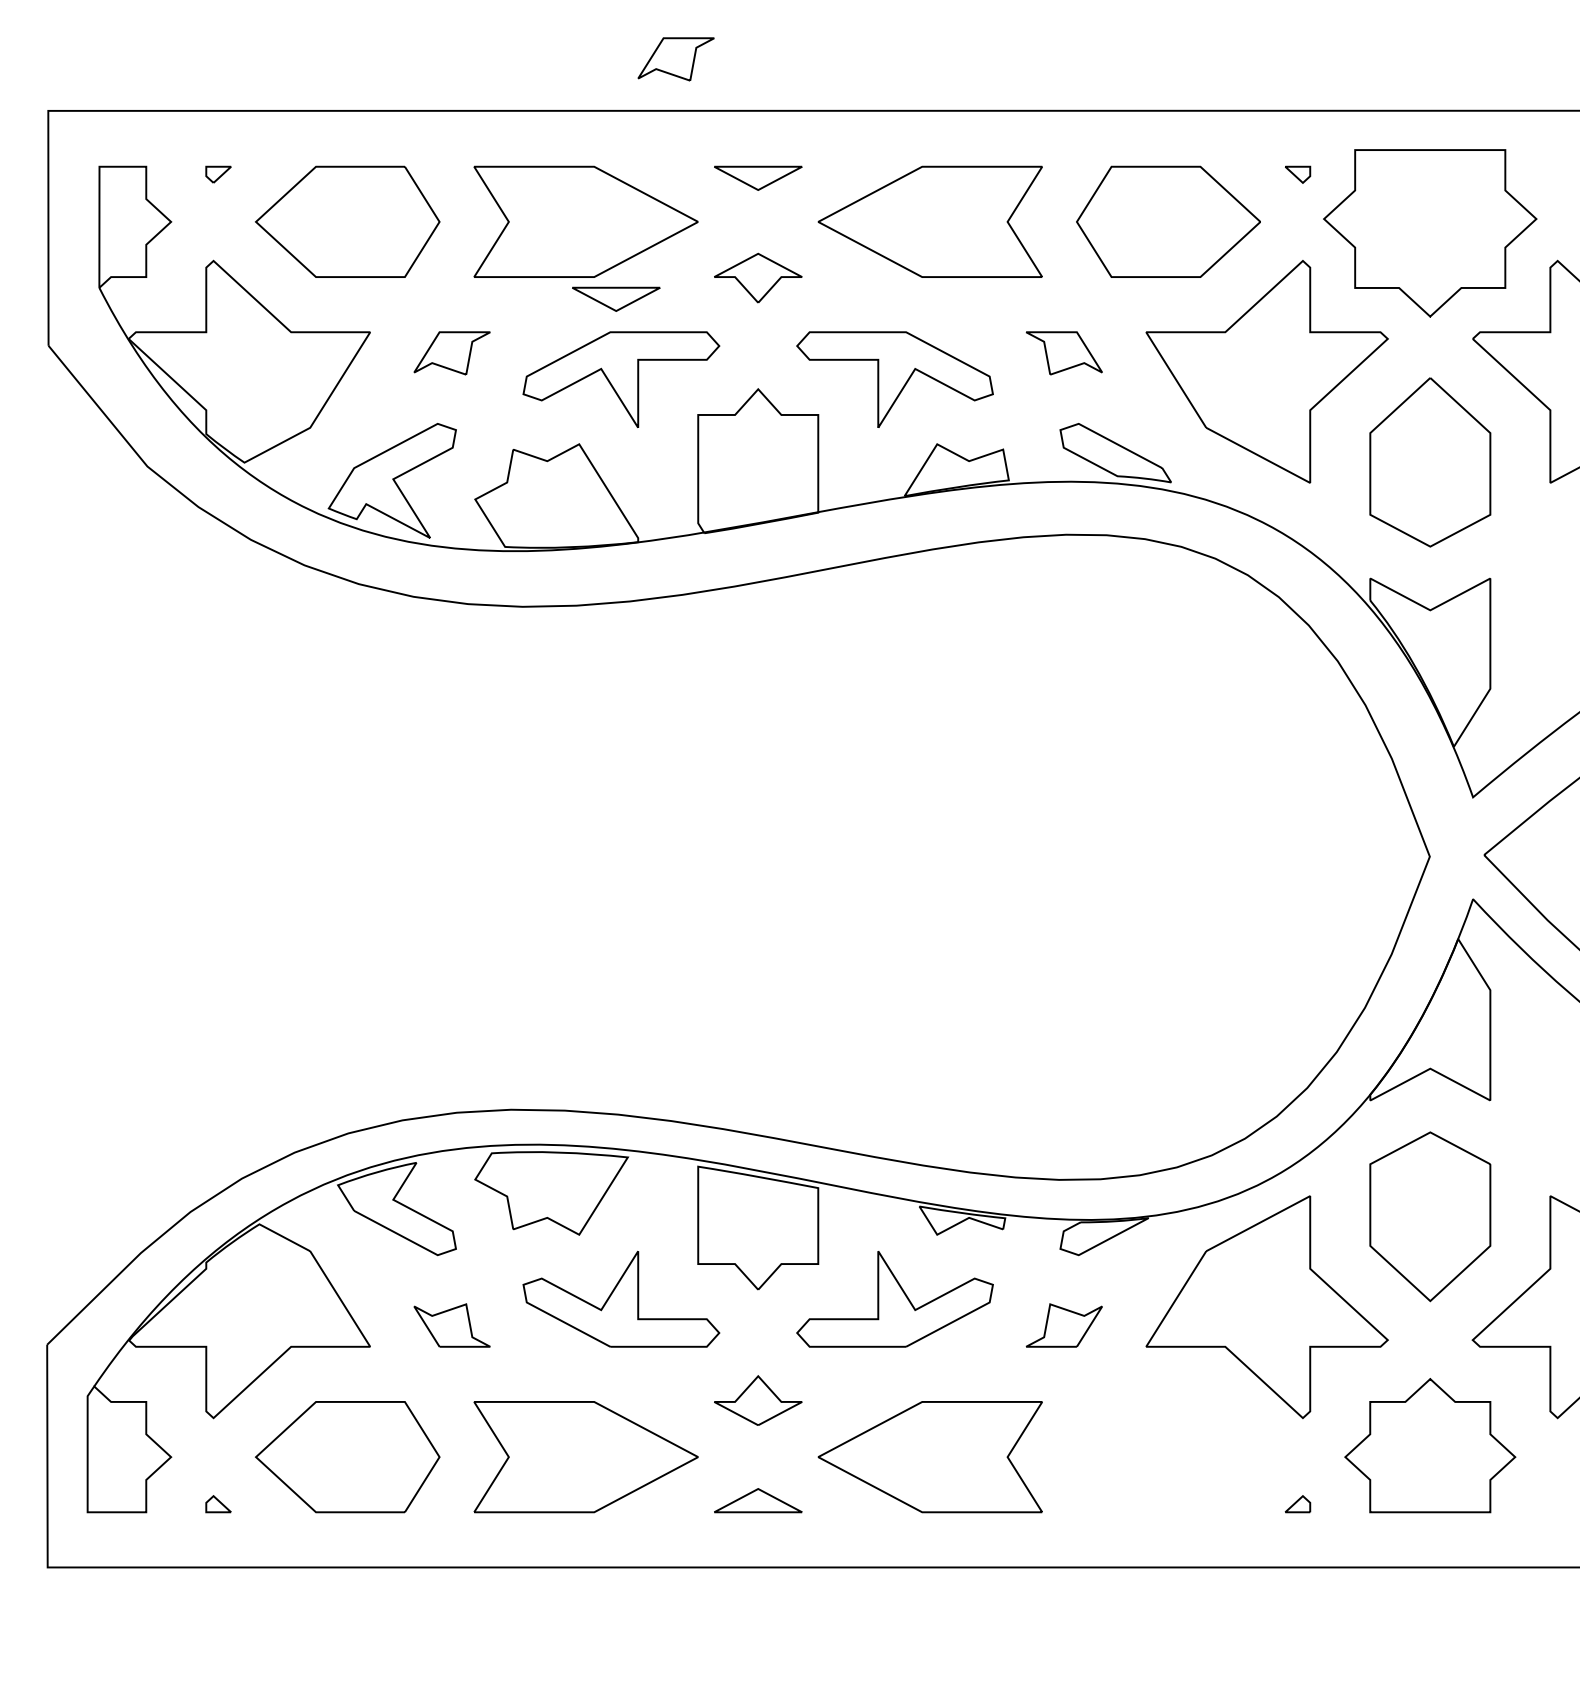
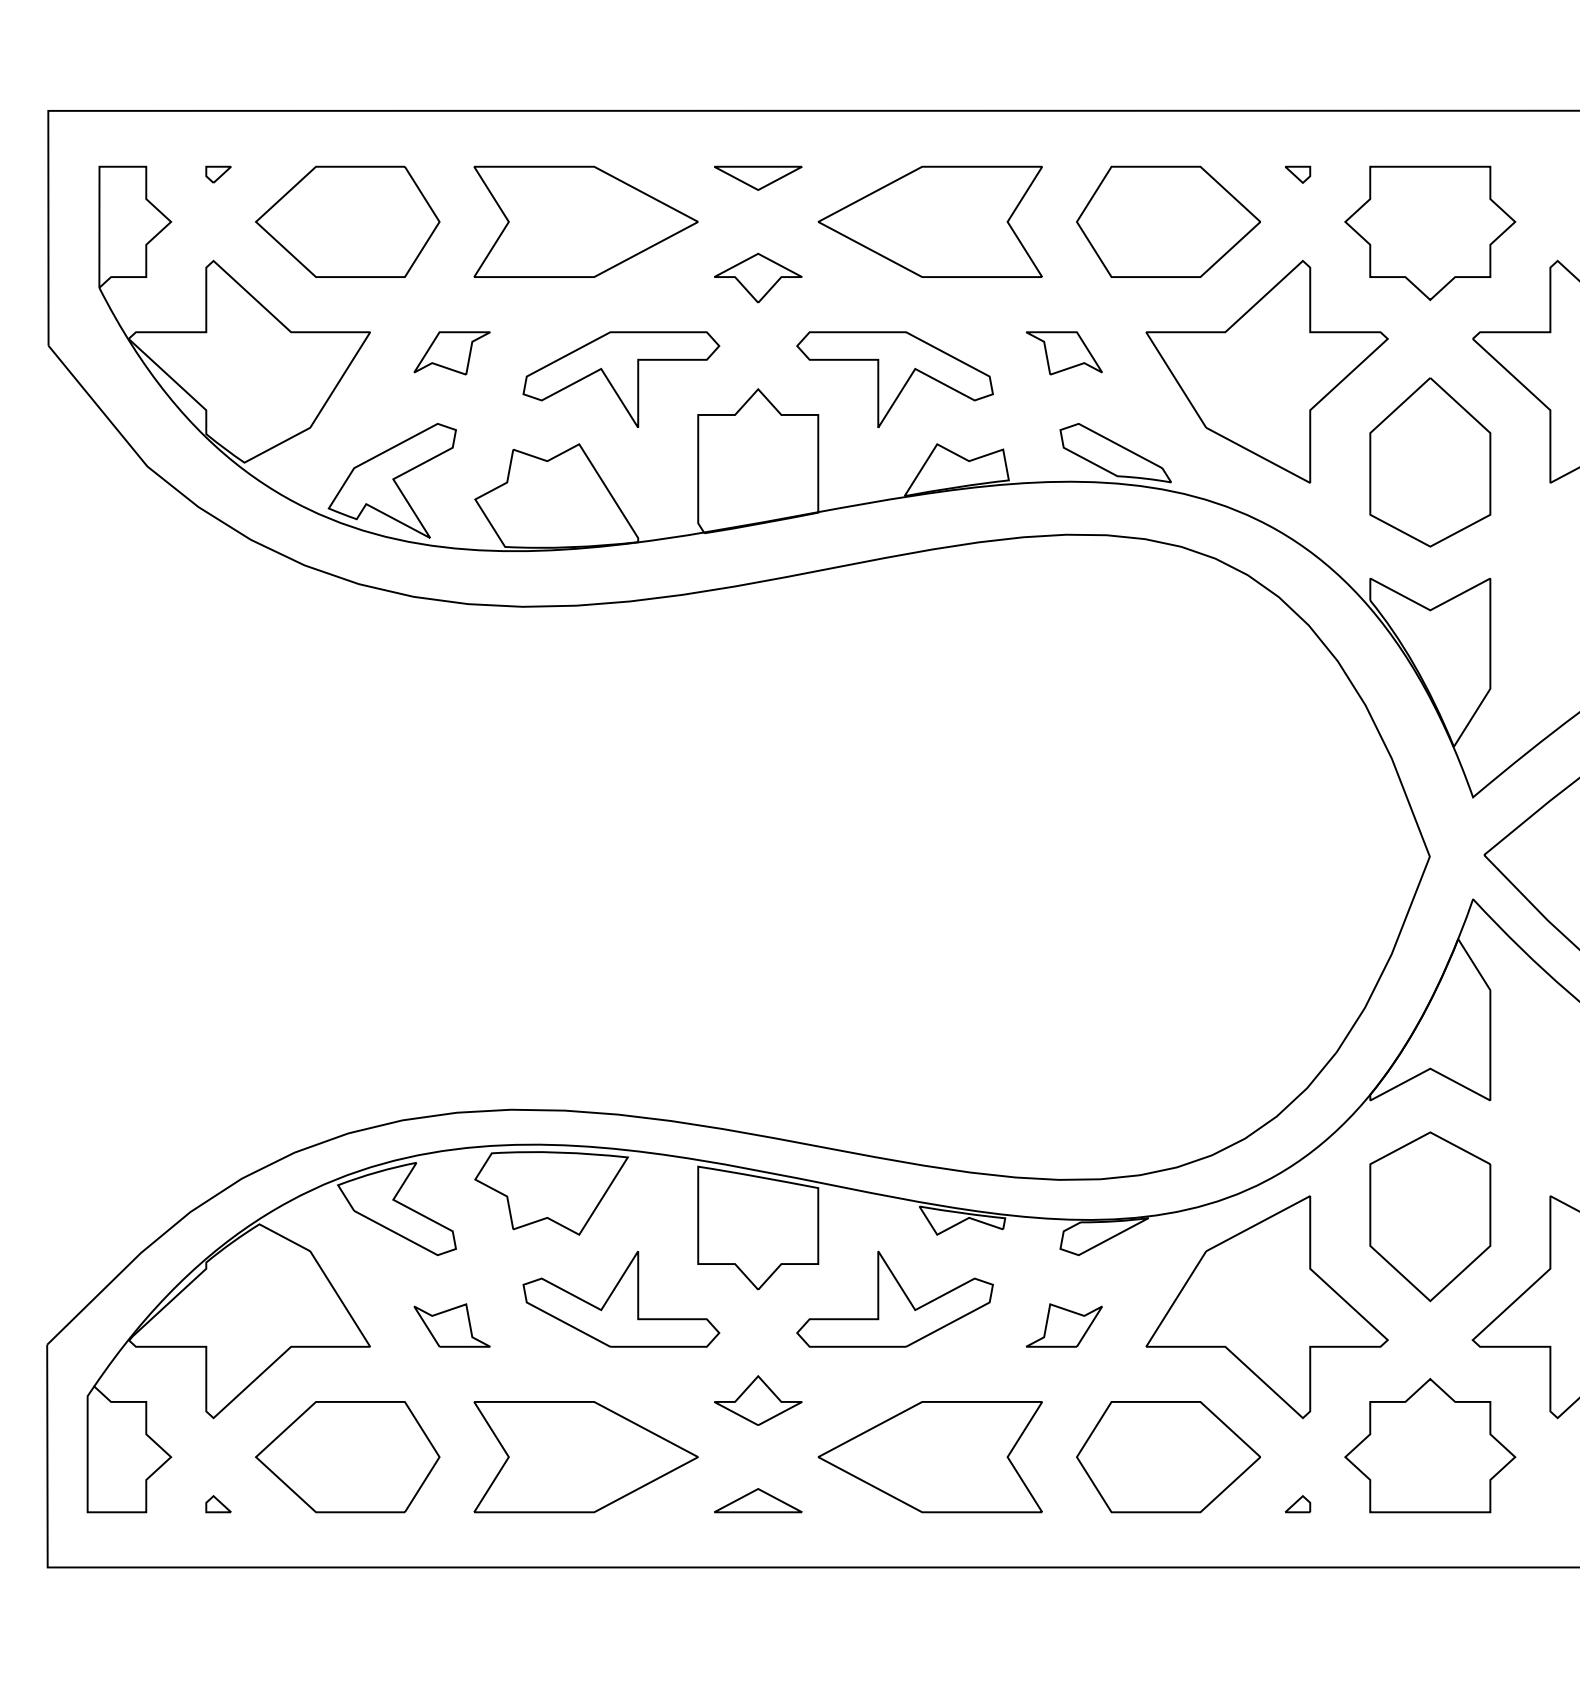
part at (675, 59): present -> none
part at (1430, 233) size: 215x169 px -> 173x137 px
part at (616, 298): present -> none
part at (1168, 1457): none -> present
